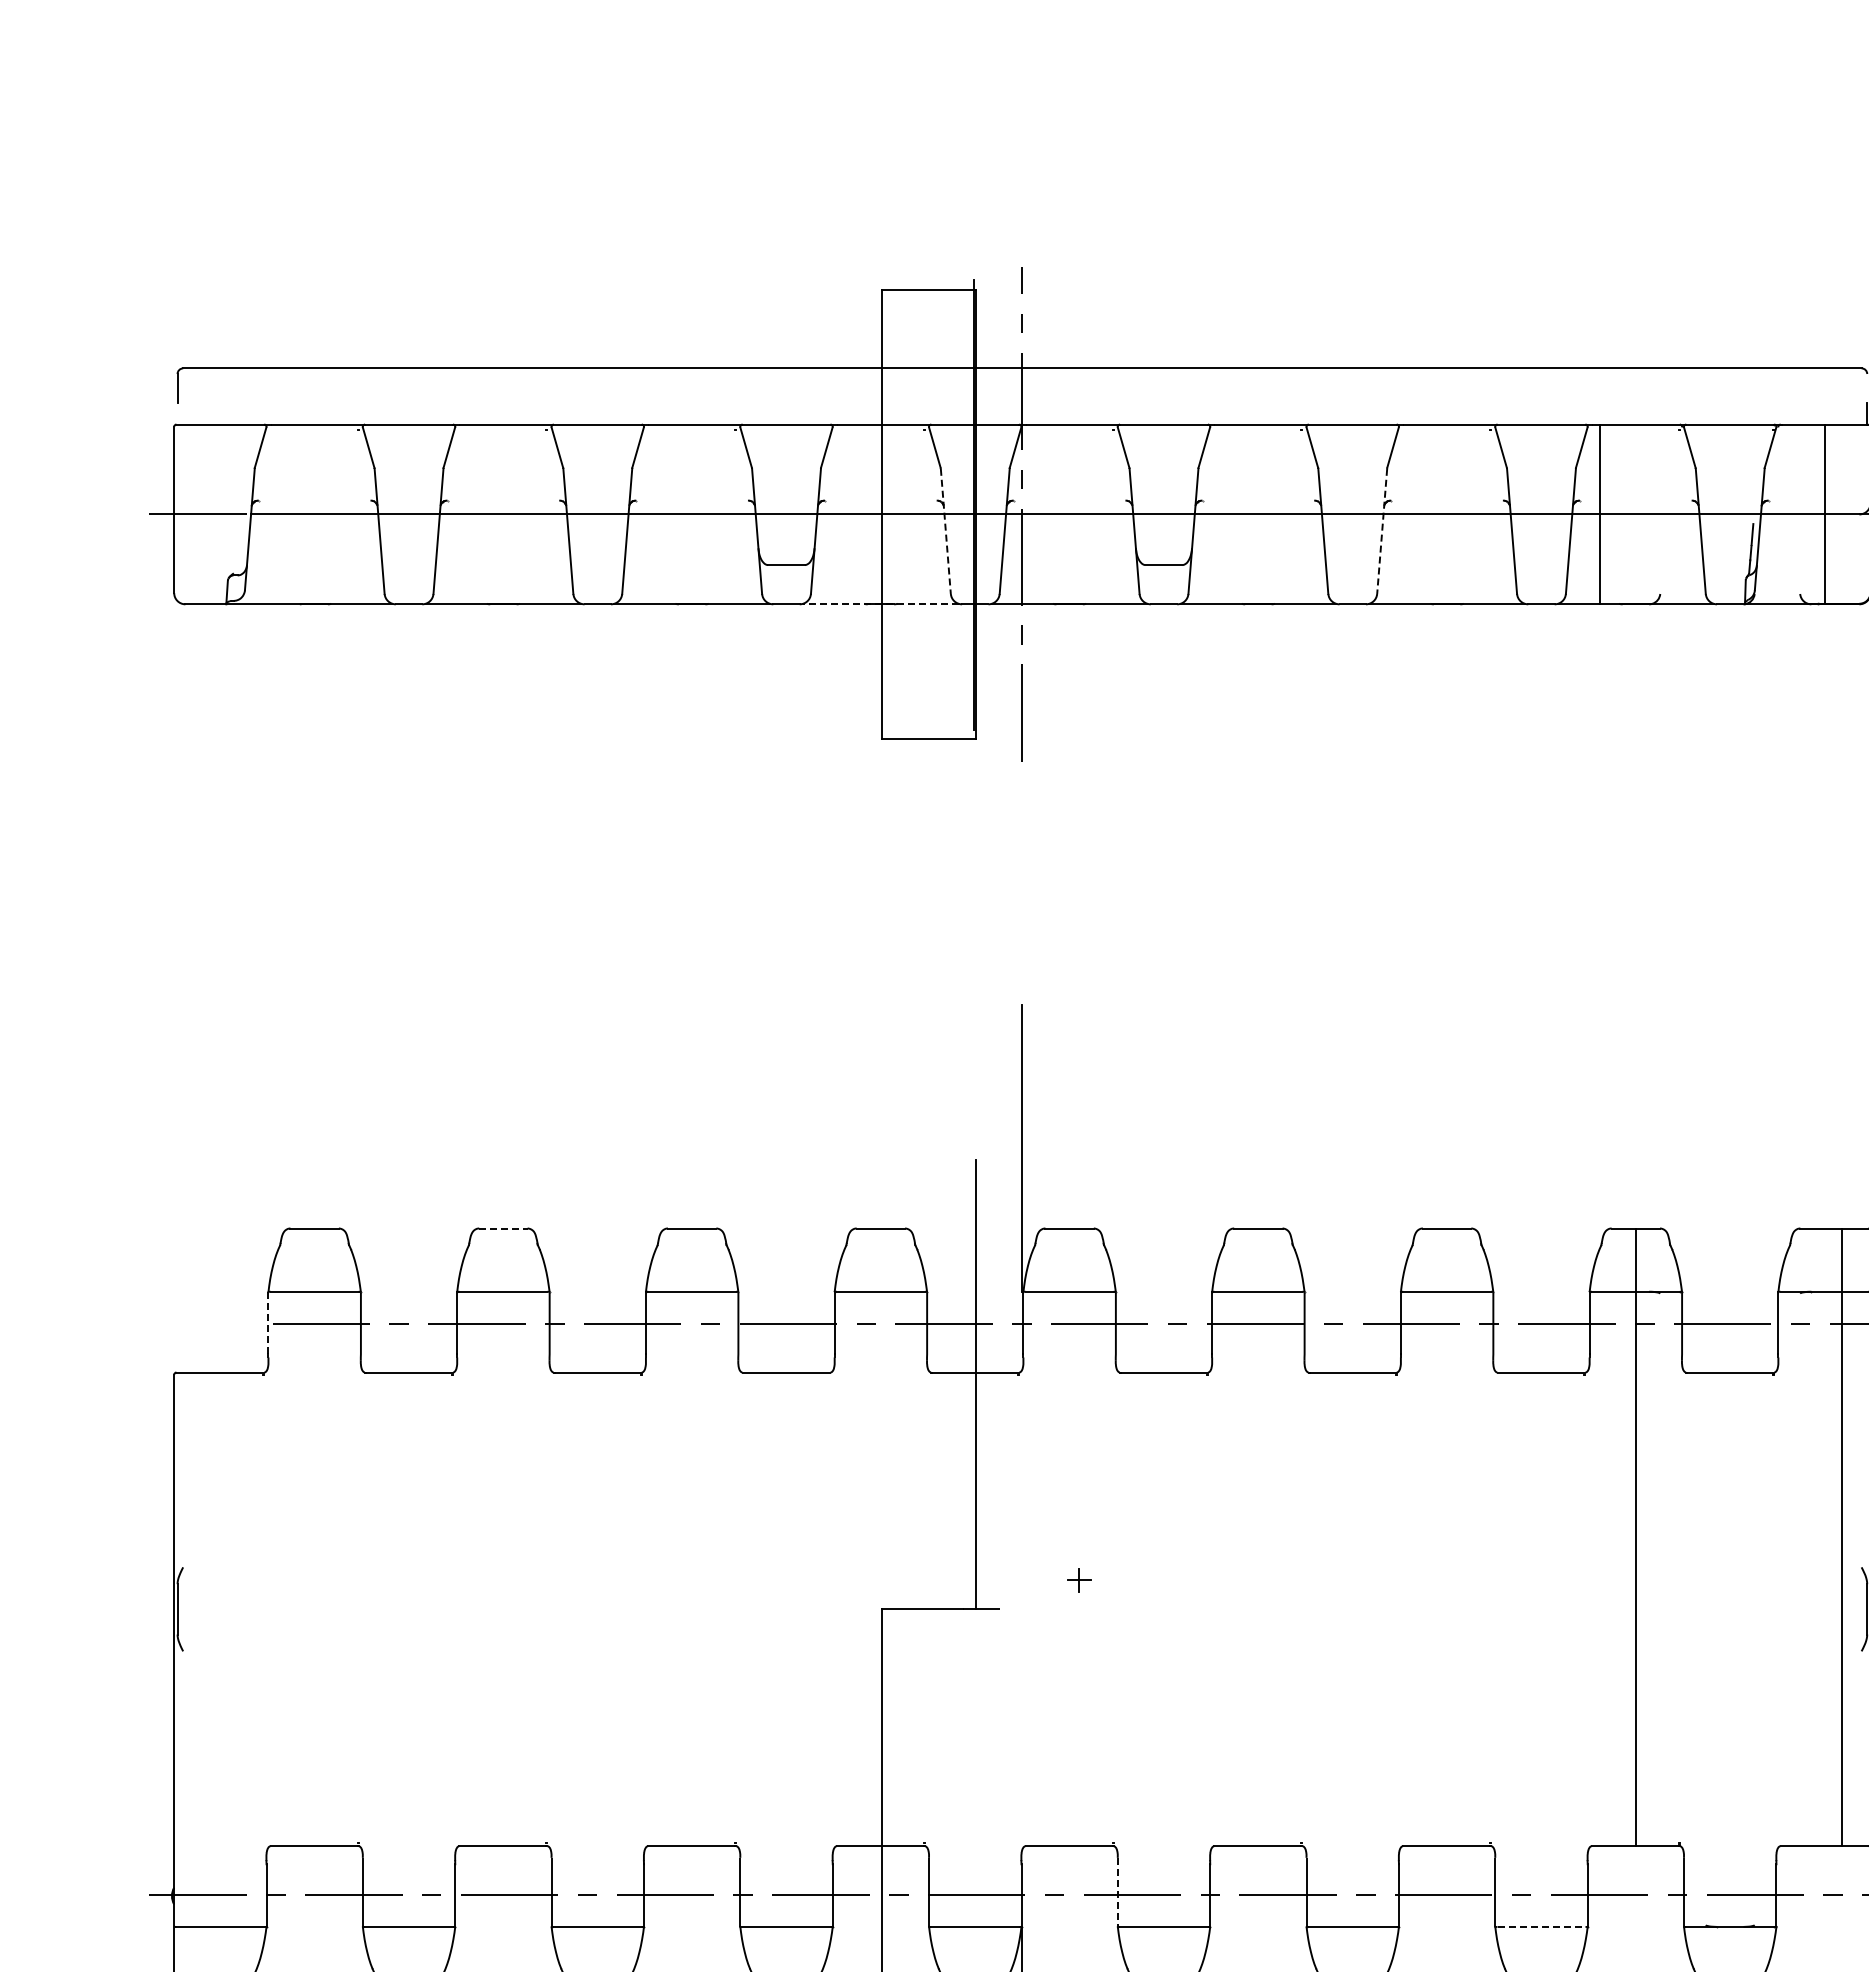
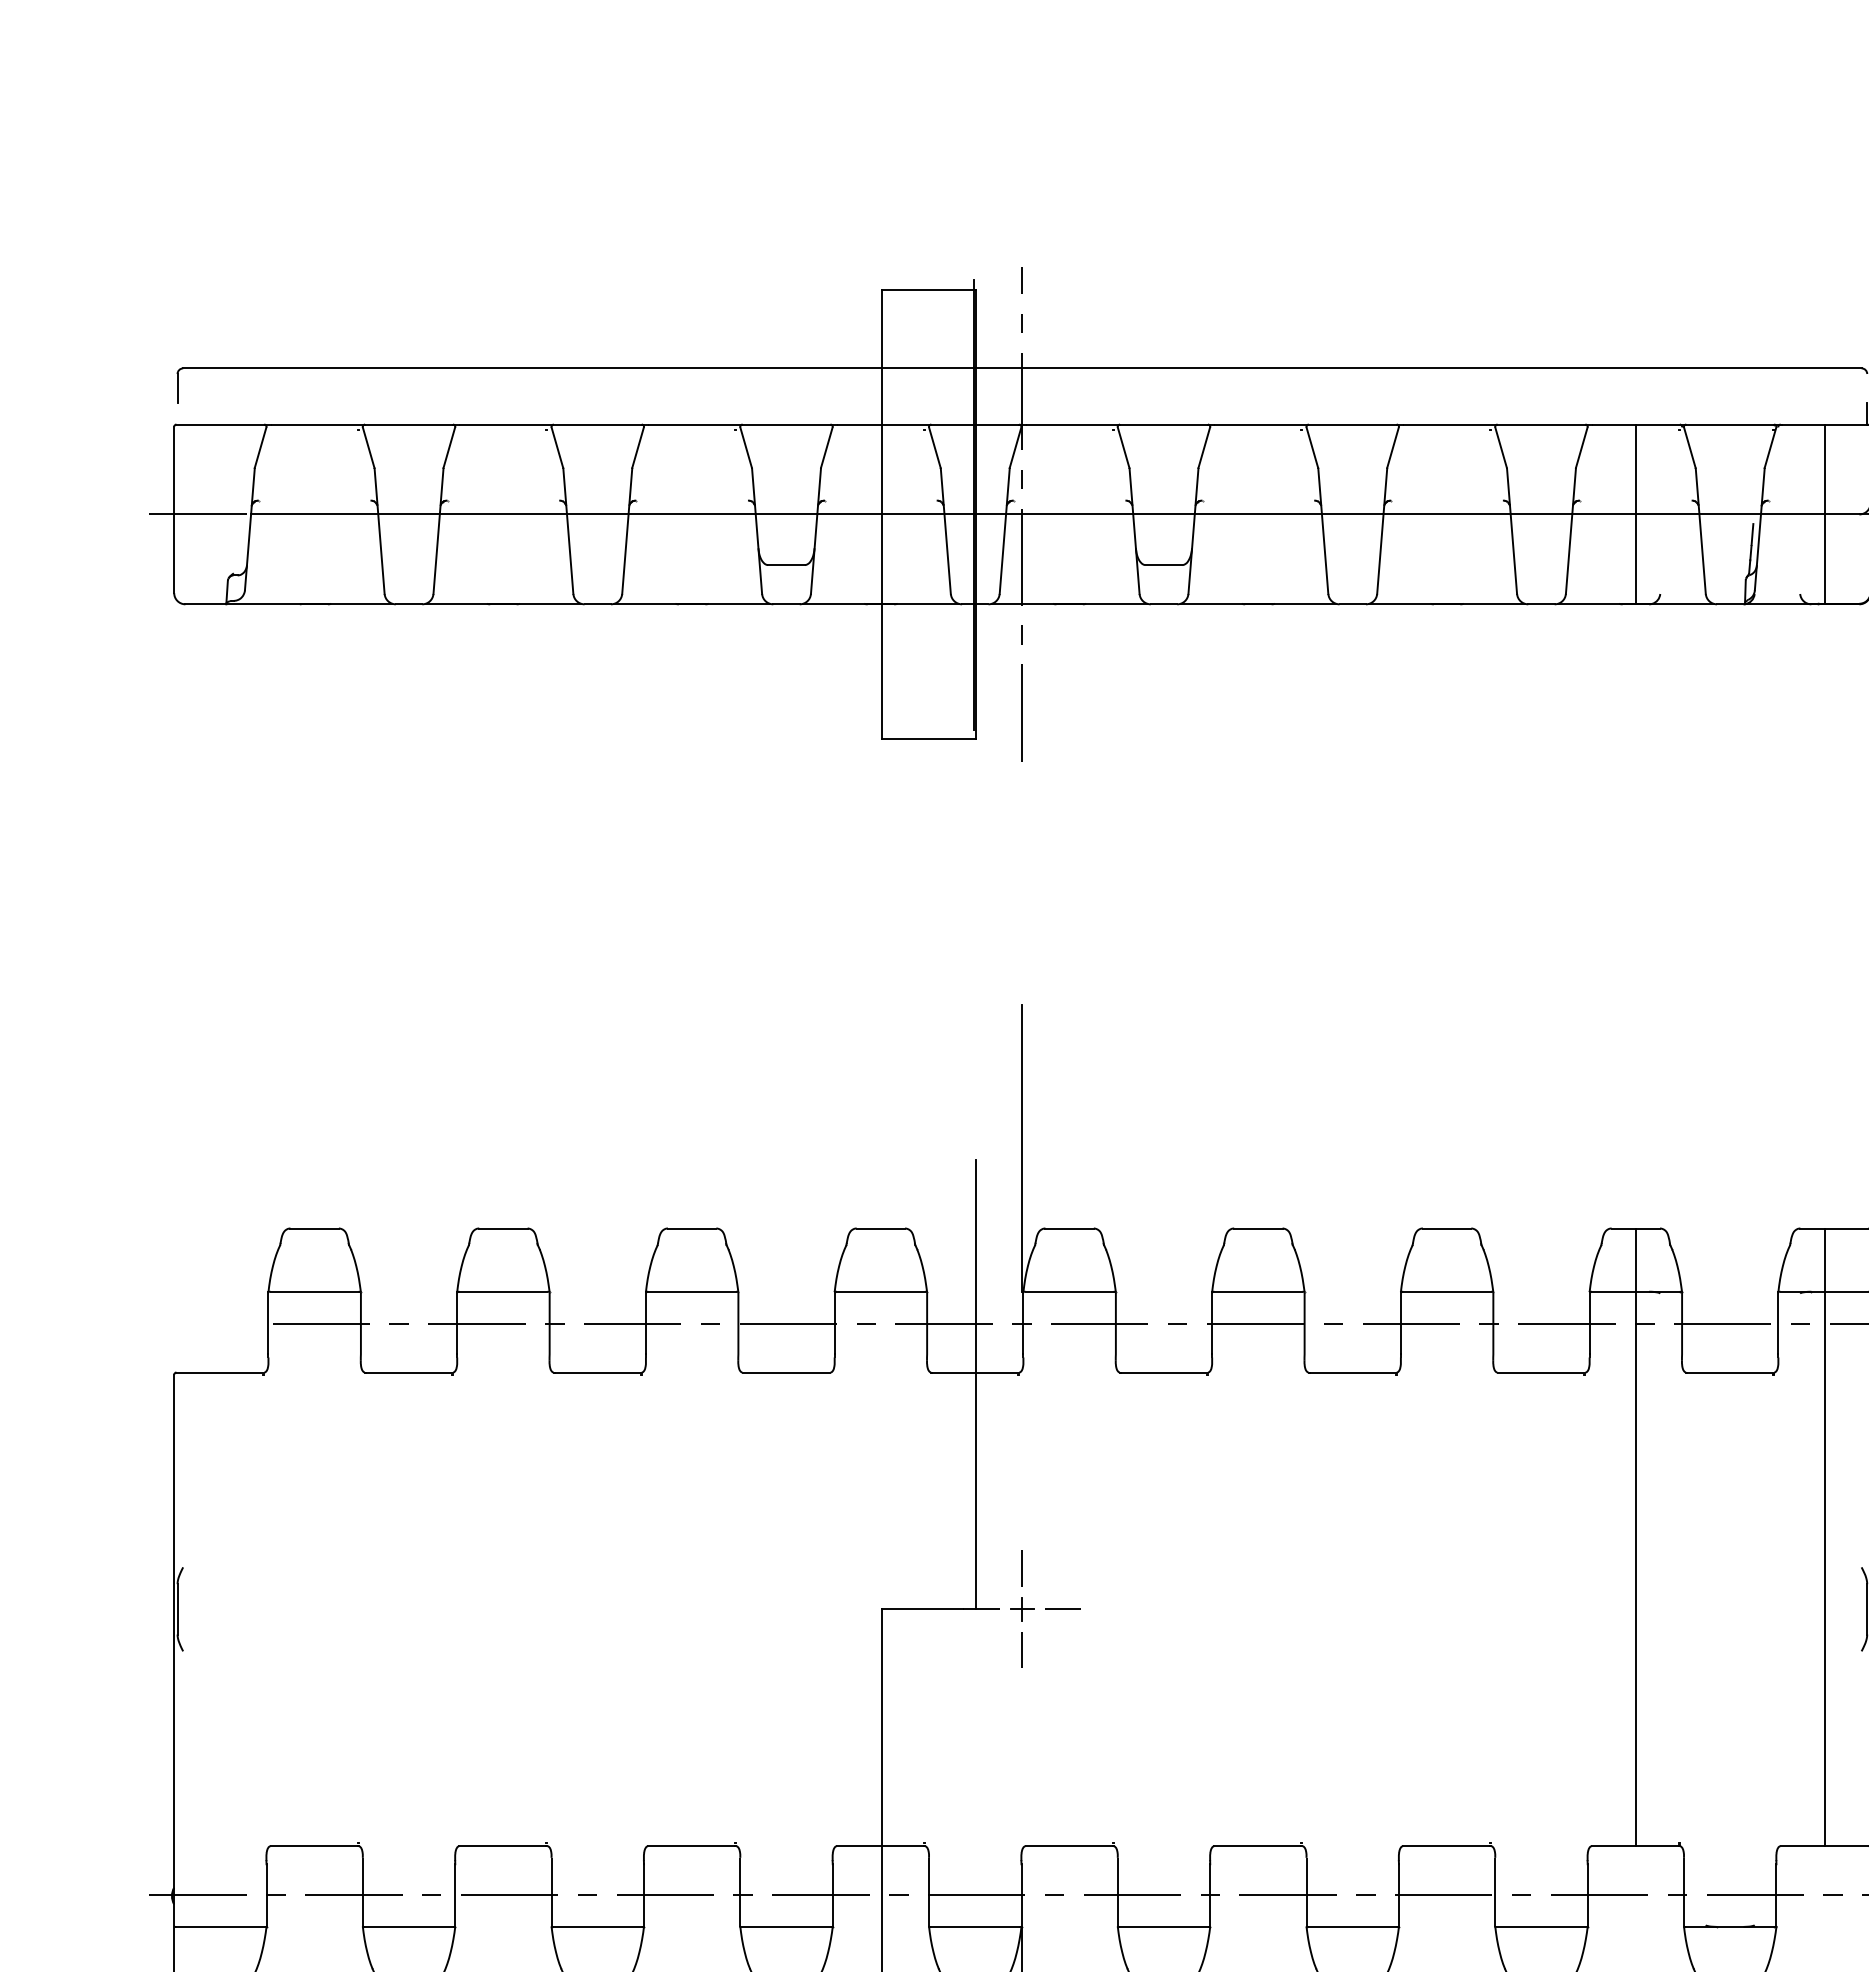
line at (1599, 514) position: (1599, 514) -> (1635, 514)
line at (945, 531): dashed -> solid
line at (1382, 531): dashed -> solid
line at (880, 603): dashed -> solid
line at (503, 1228): dashed -> solid
line at (268, 1323): dashed -> solid
line at (1841, 1537) position: (1841, 1537) -> (1824, 1537)
line at (1021, 1568): none -> present
part at (1079, 1580) position: (1079, 1580) -> (1022, 1609)
line at (1062, 1608): none -> present
line at (1022, 1649): none -> present
line at (1117, 1891): dashed -> solid
line at (1541, 1926): dashed -> solid
